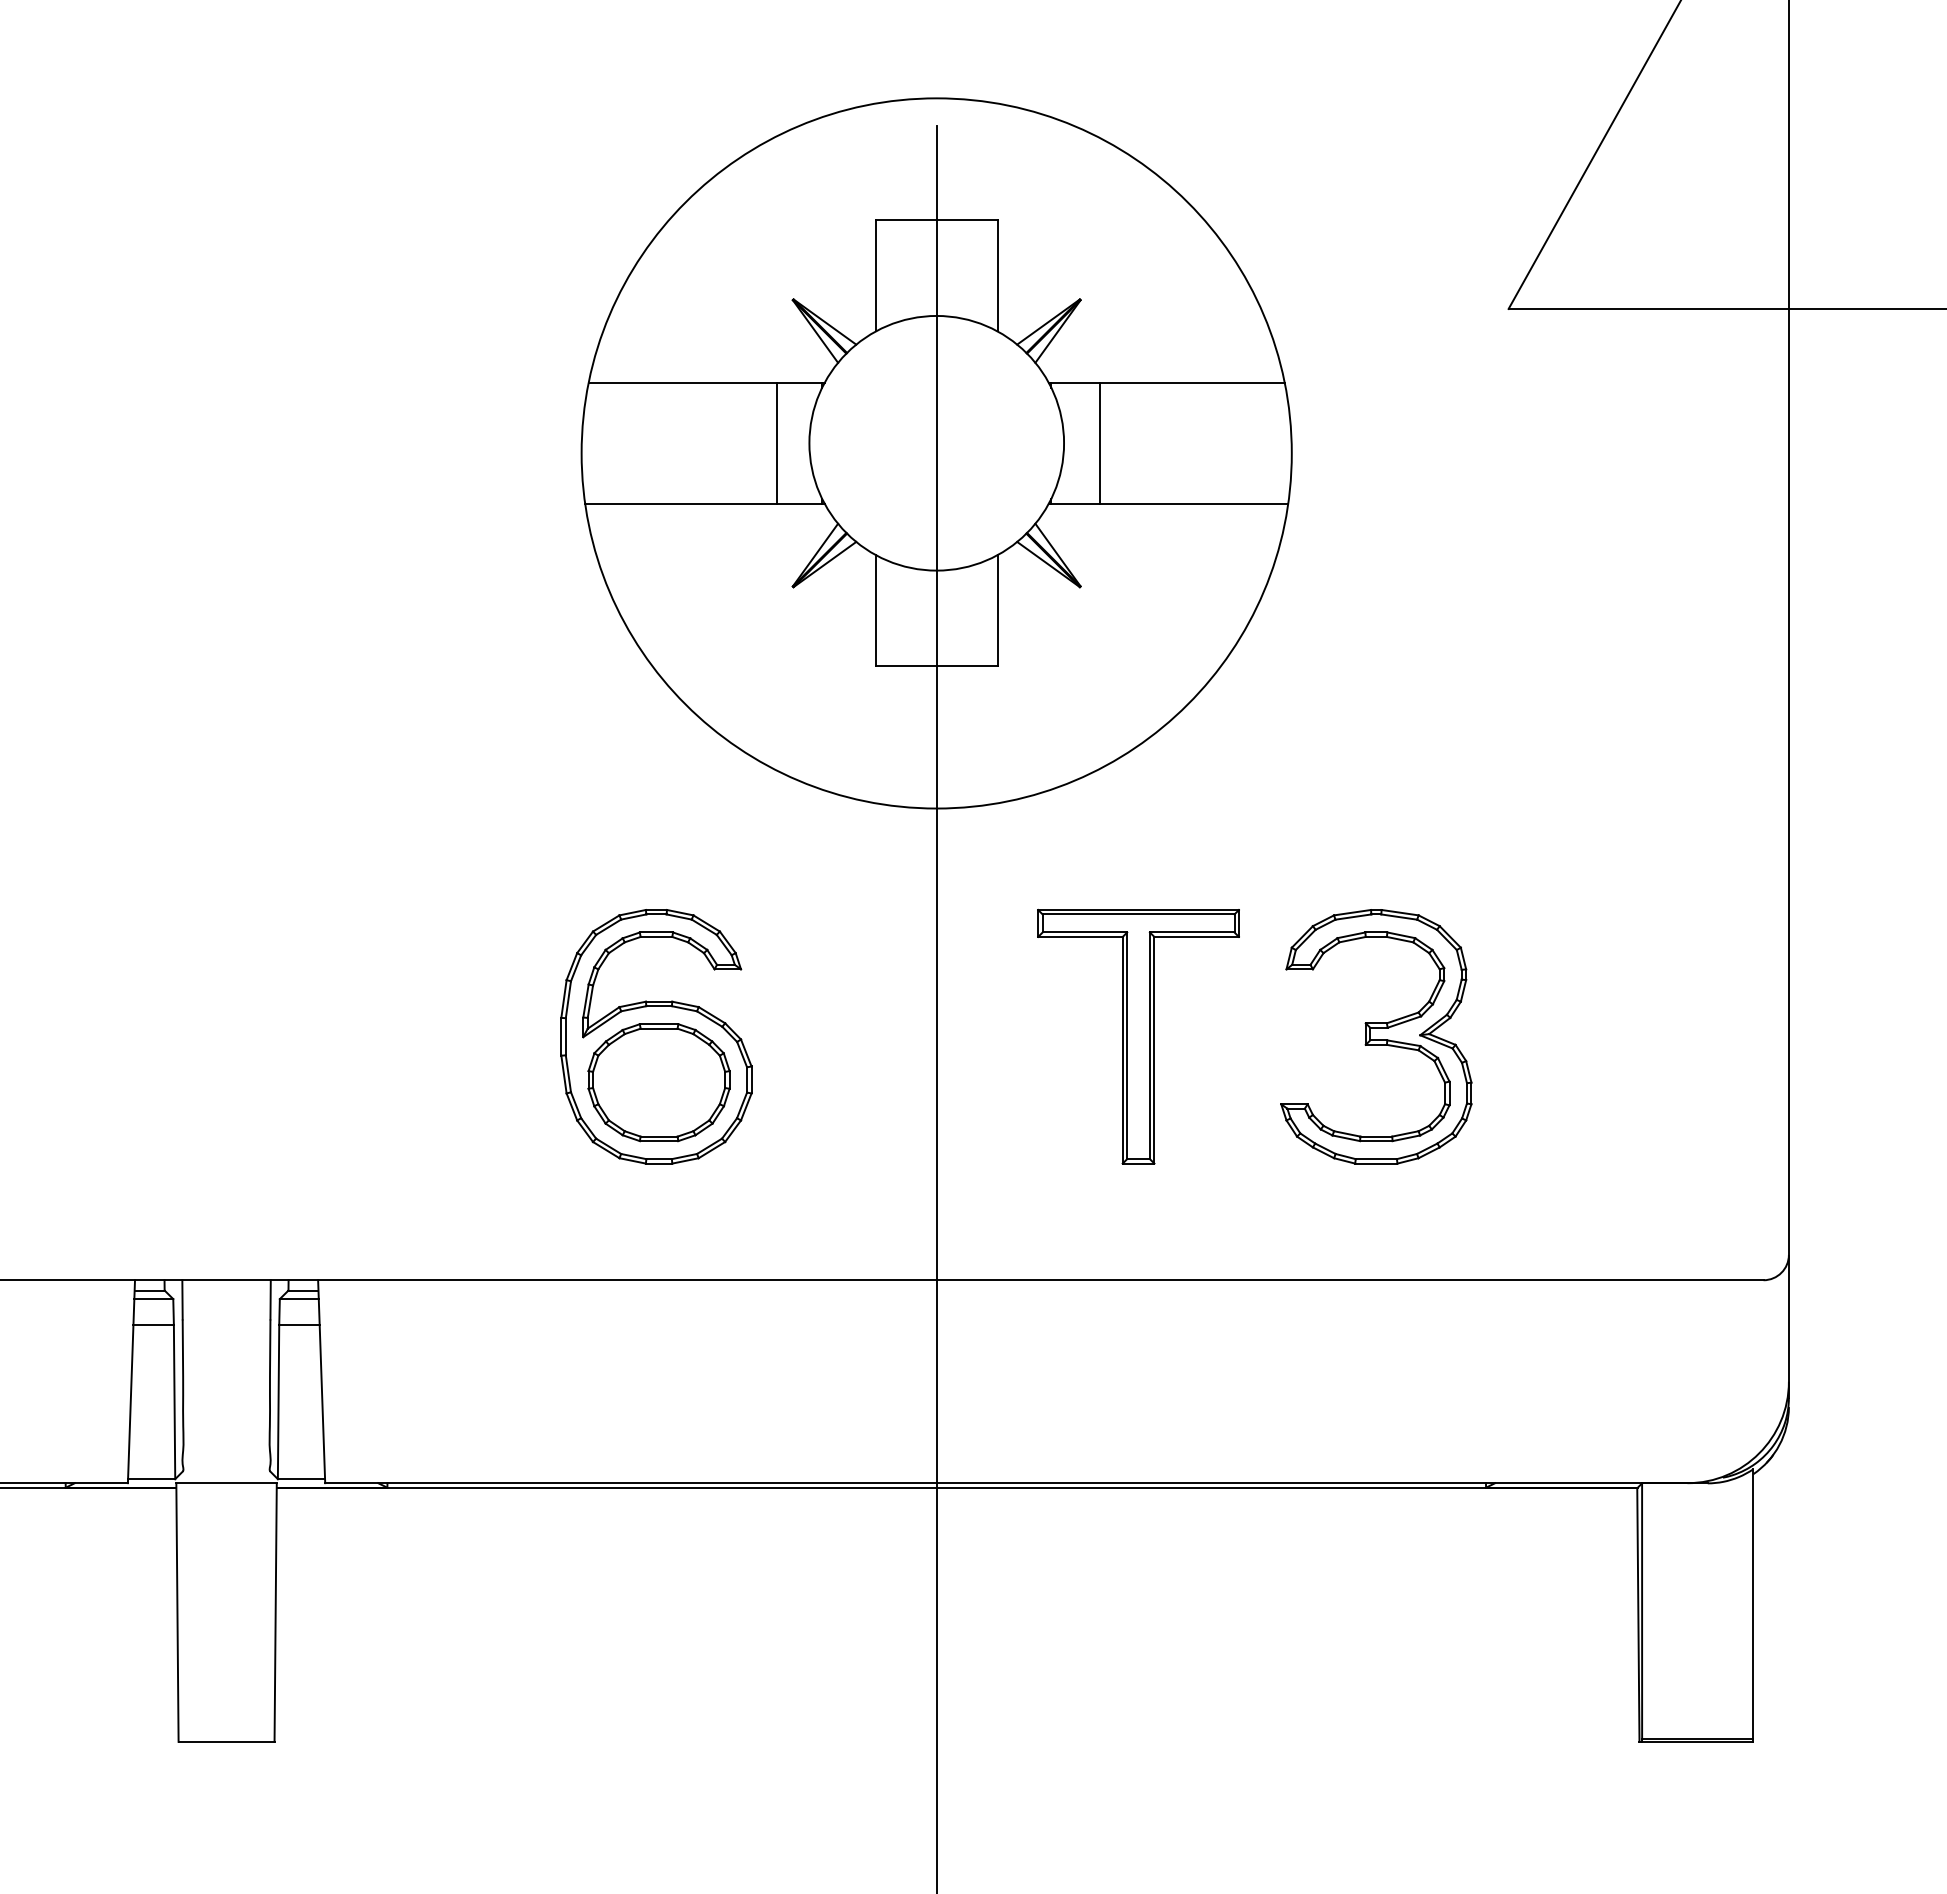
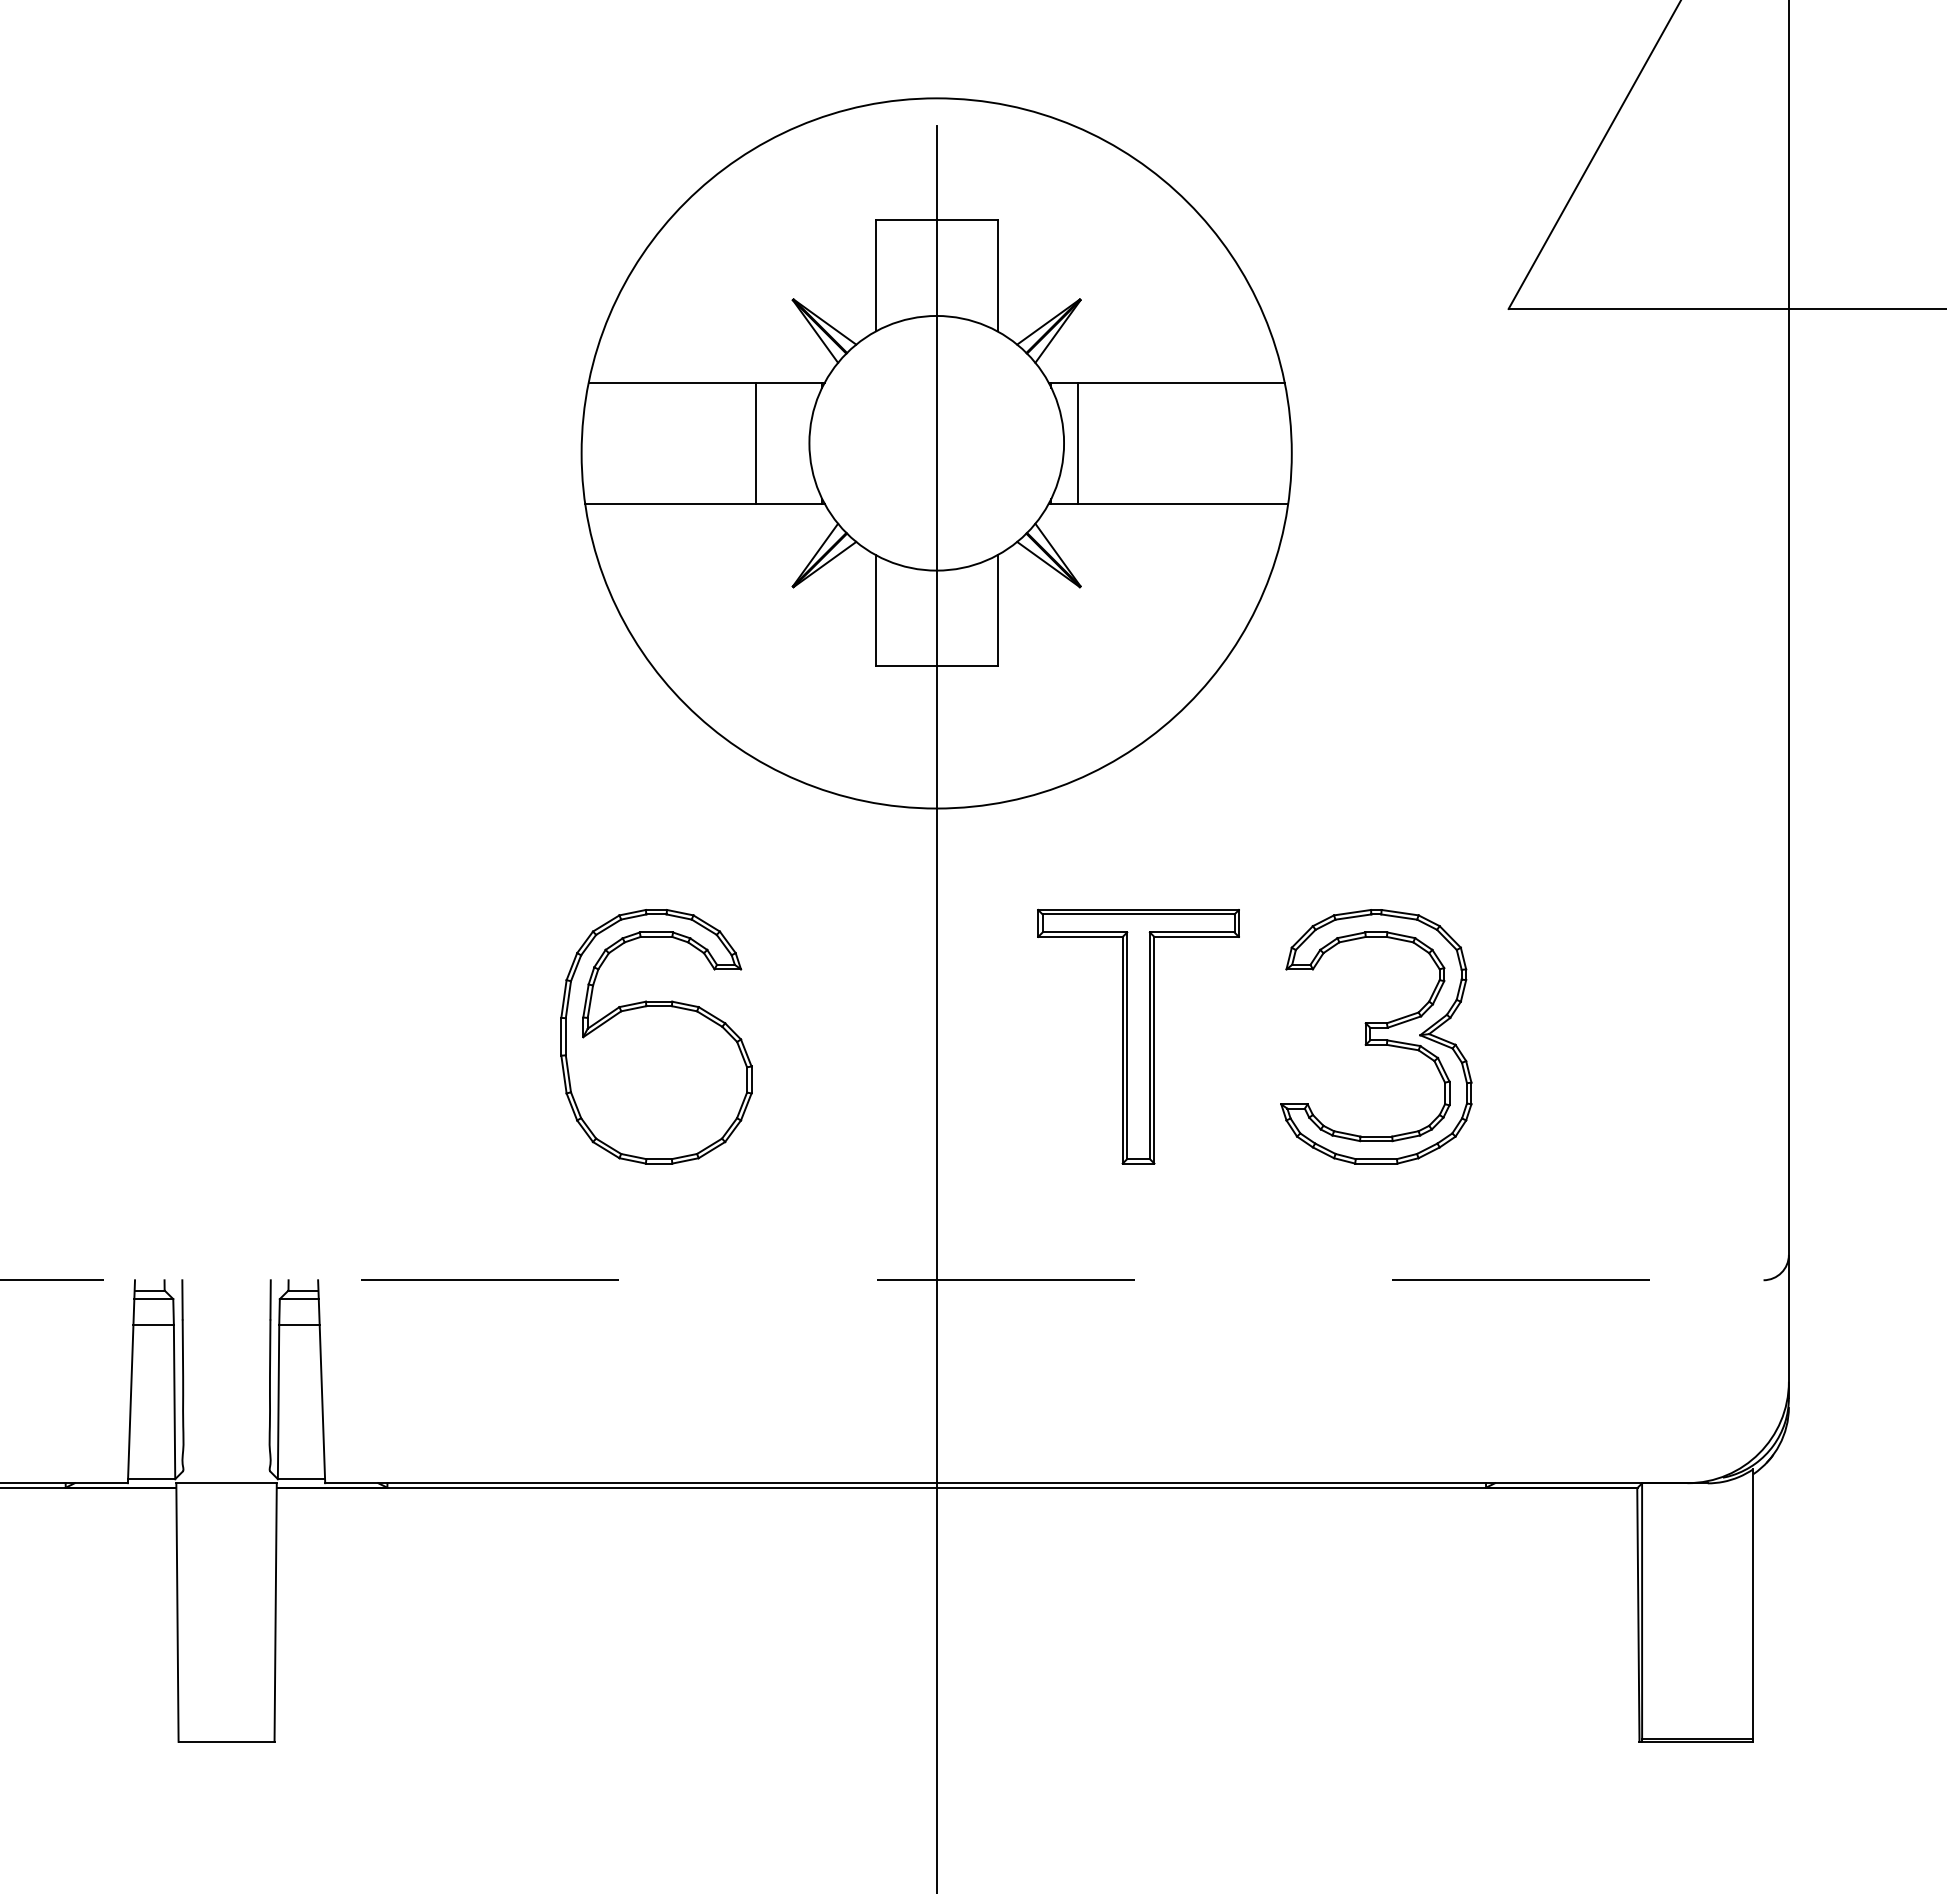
line at (776, 442) position: (776, 442) -> (755, 442)
line at (1099, 442) position: (1099, 442) -> (1077, 442)
part at (658, 1082): present -> none
line at (882, 1280): solid -> dashed
